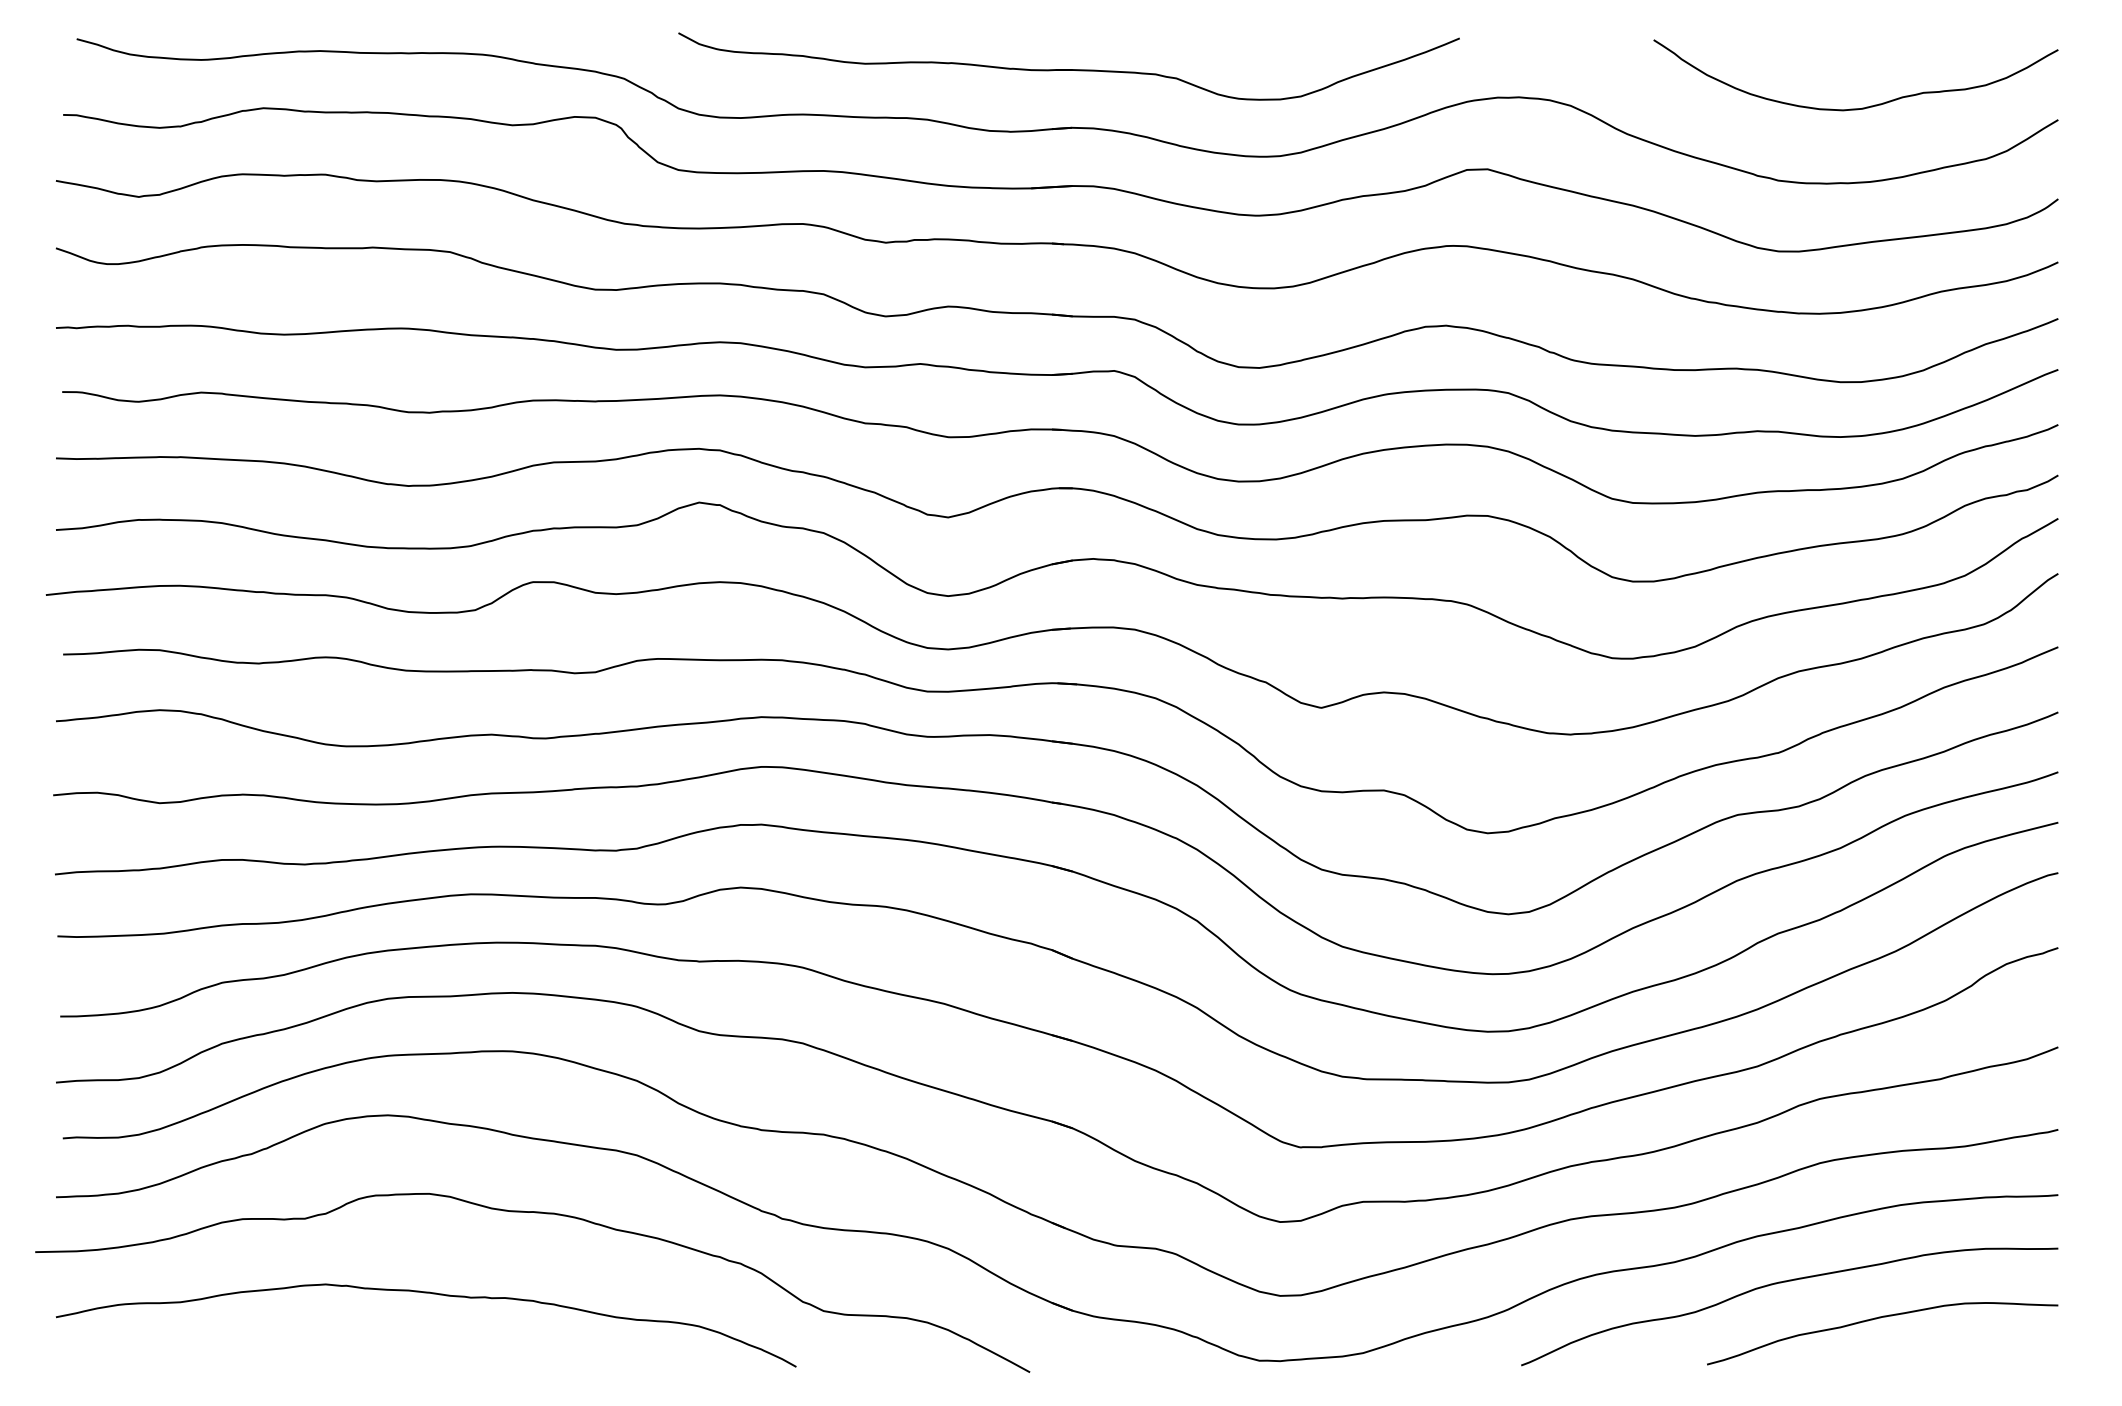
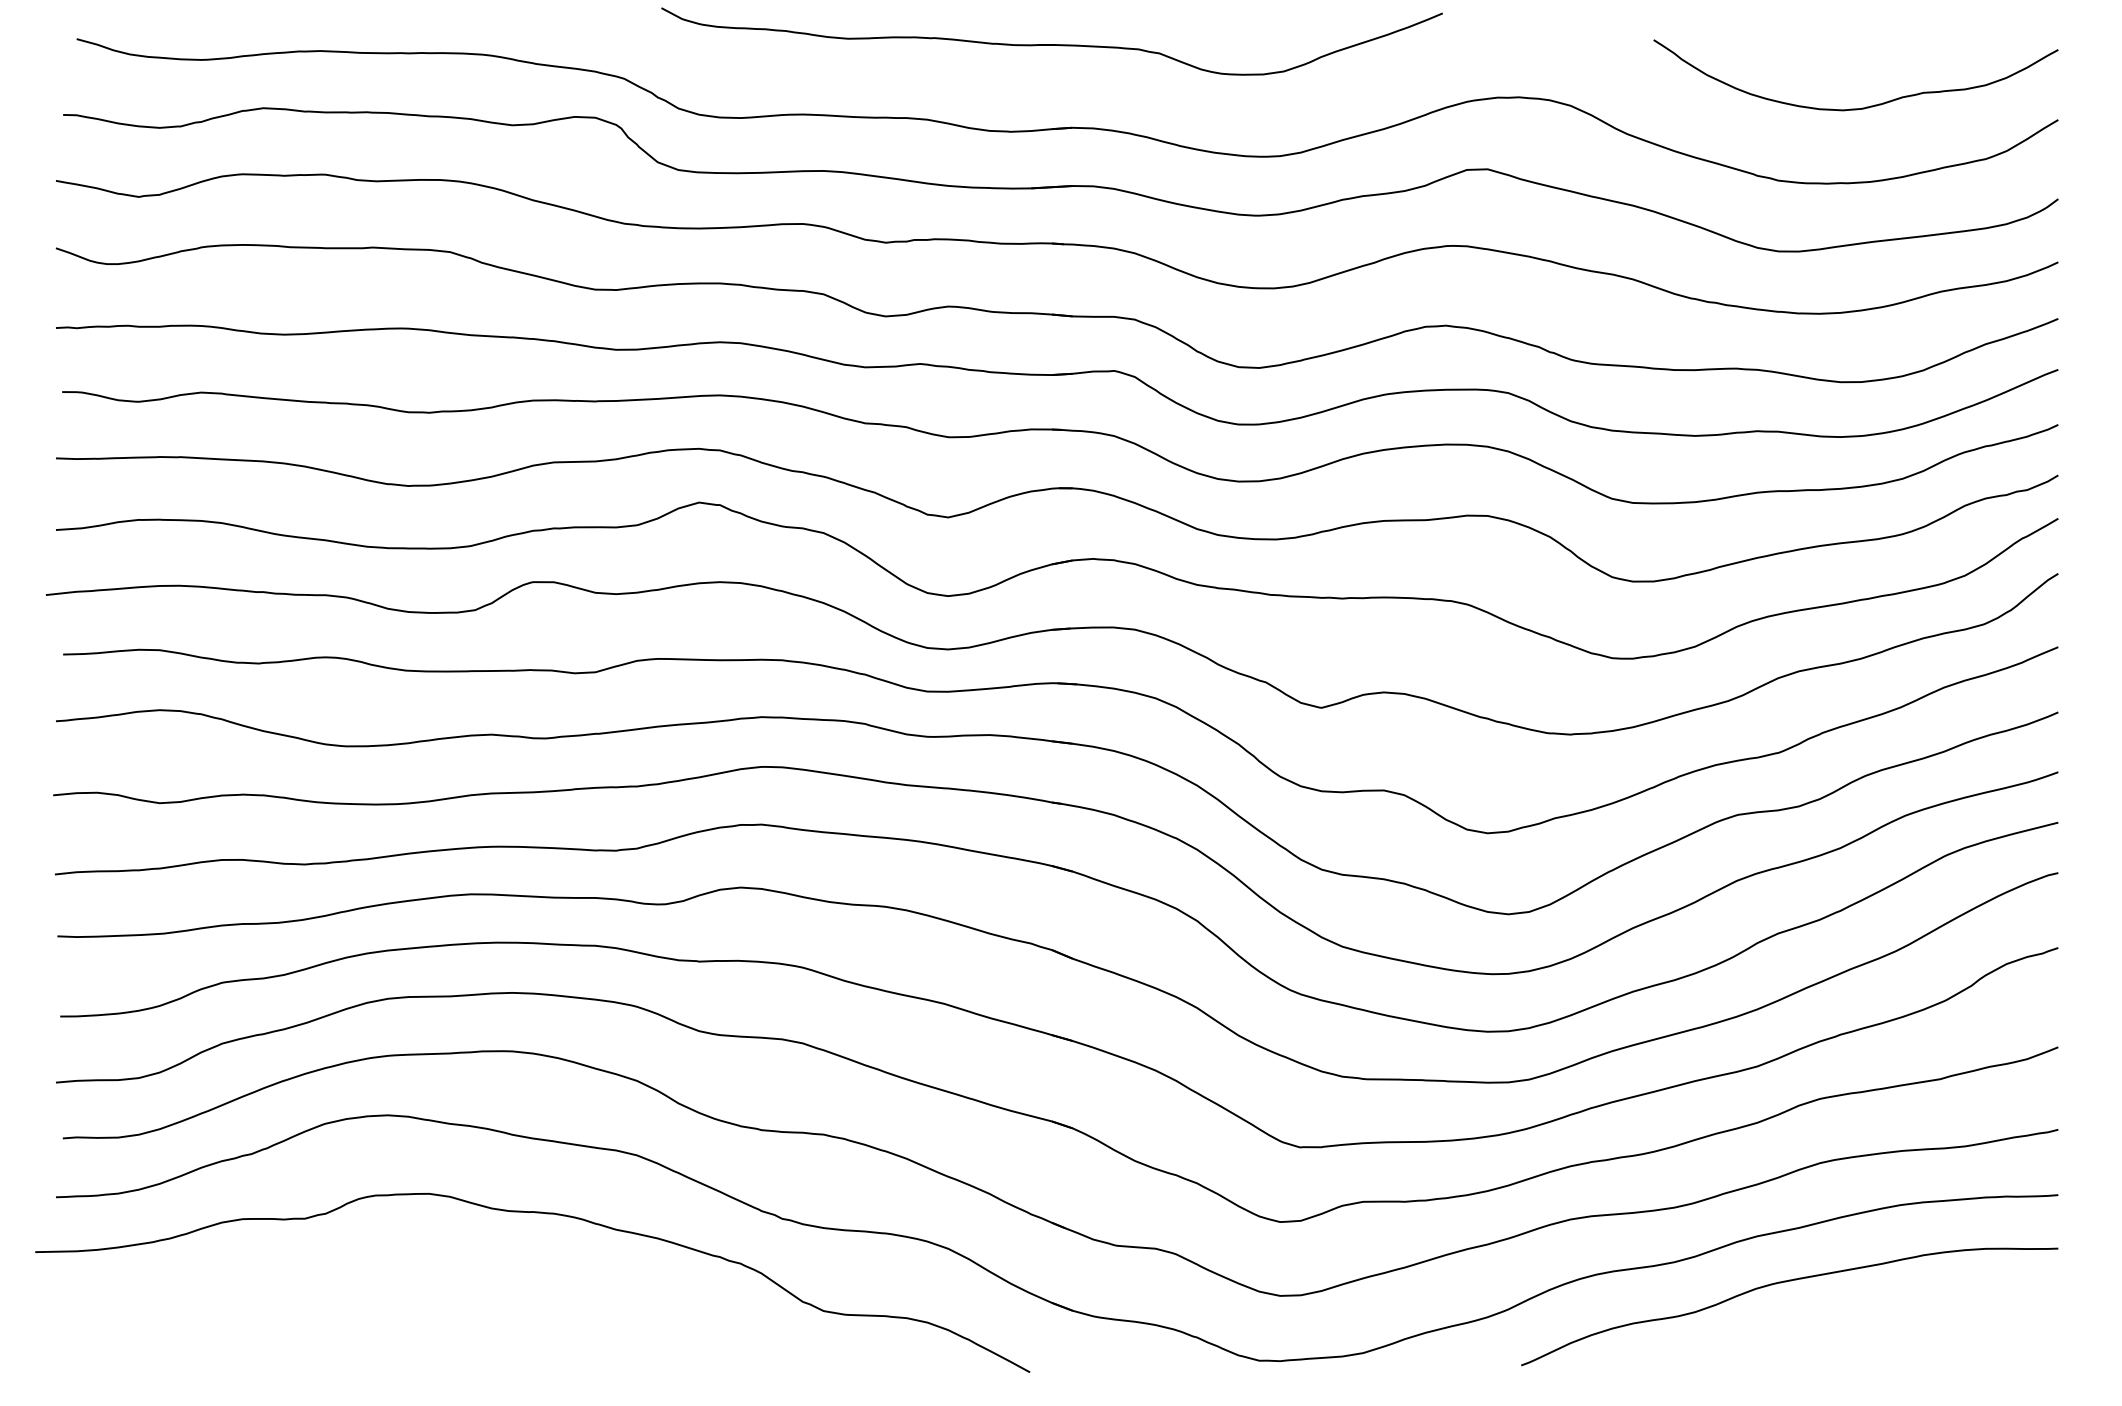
part at (1068, 66) position: (1068, 66) -> (1051, 41)
curve at (432, 1294): present -> none
curve at (1880, 1318): present -> none
